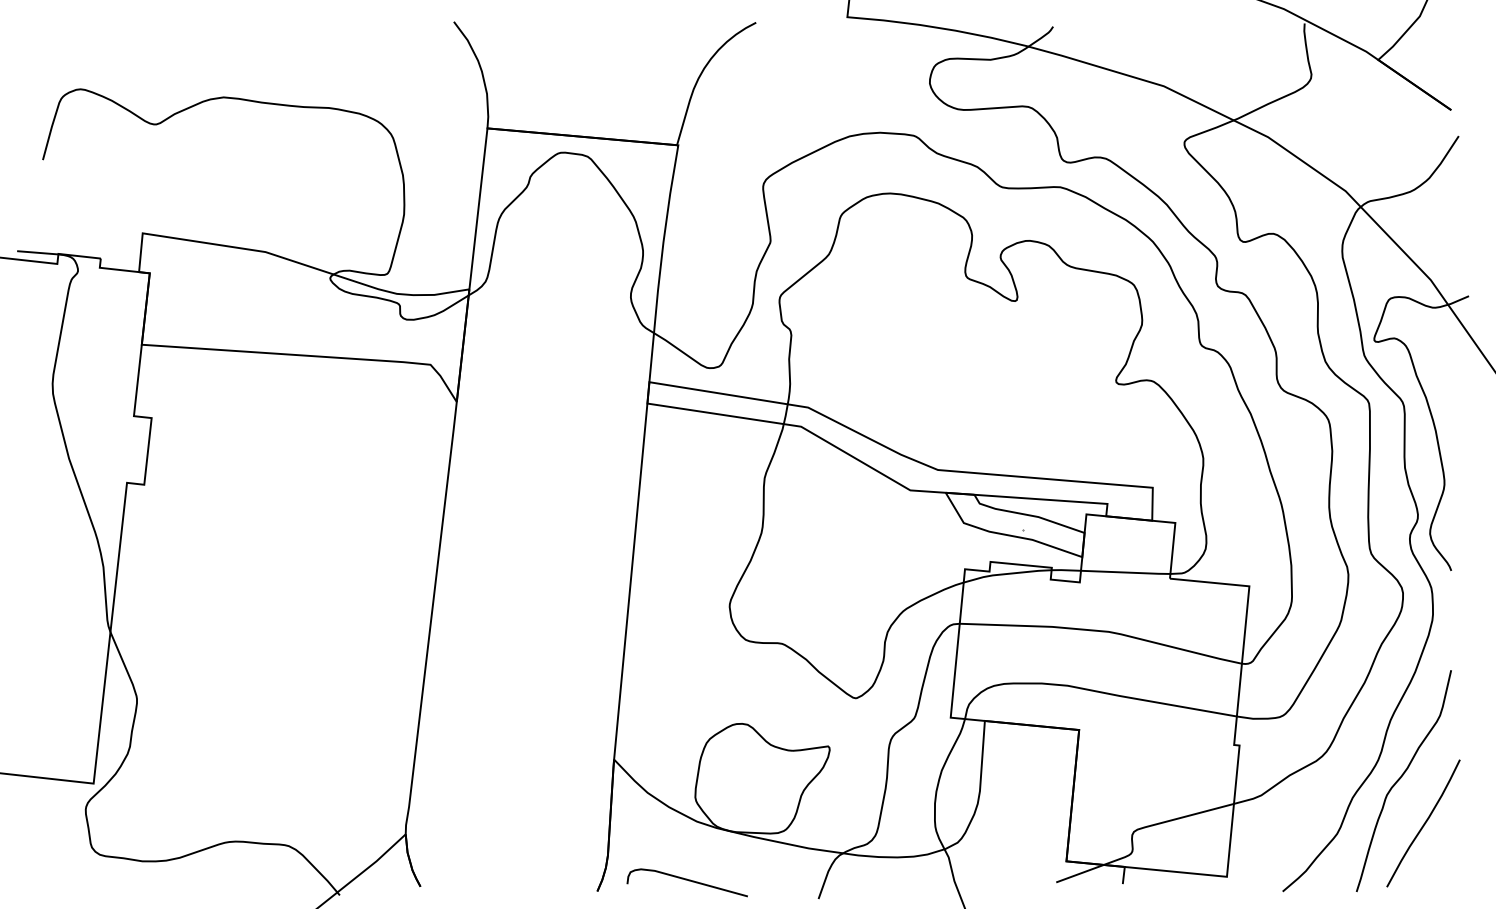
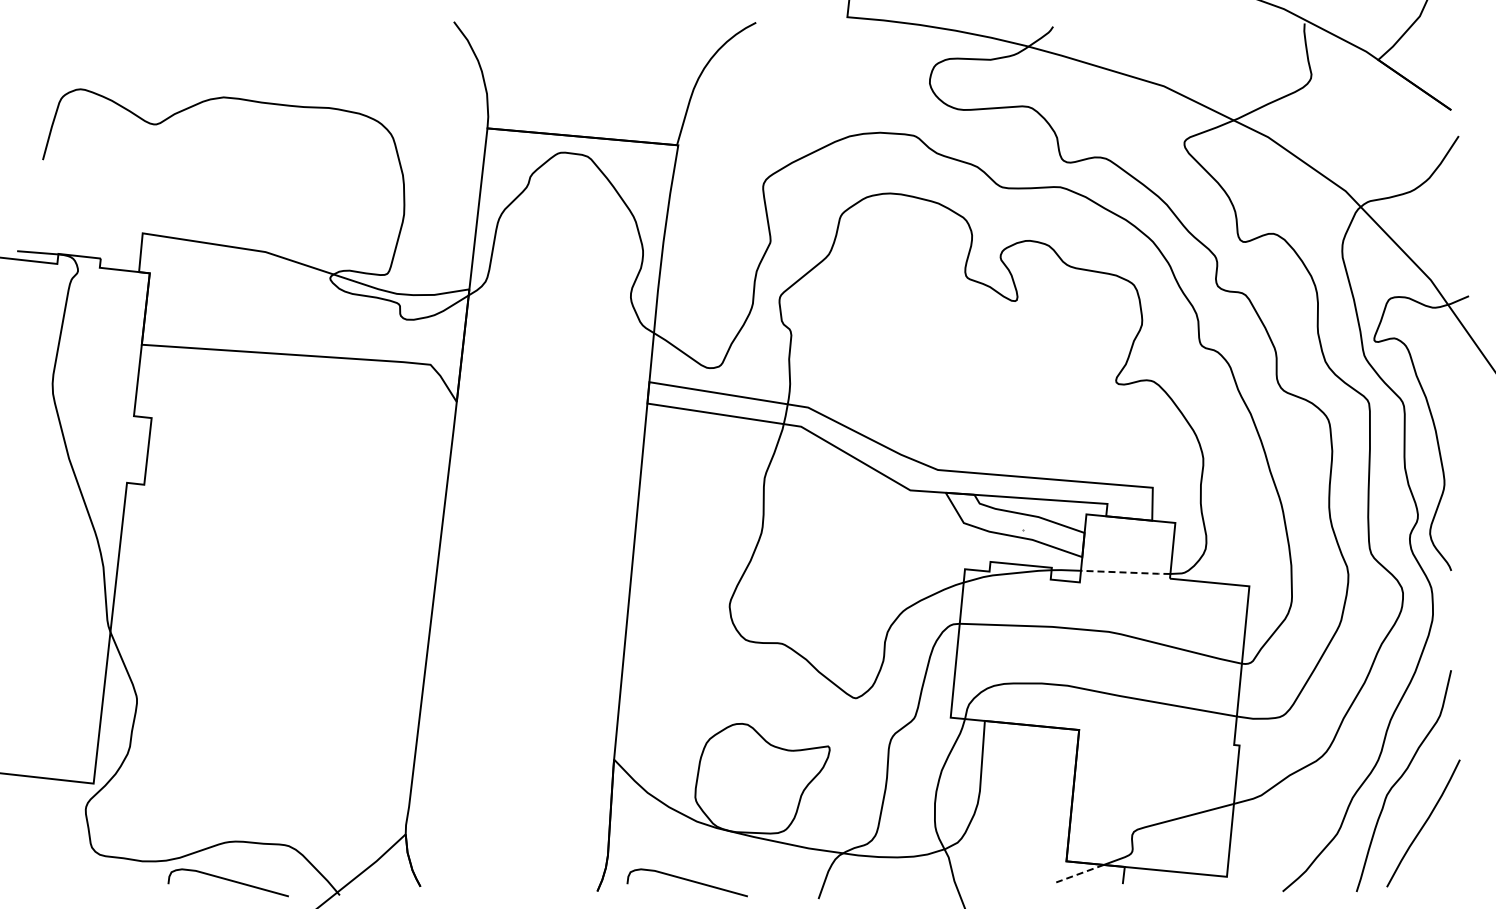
line at (1126, 572): solid -> dashed
line at (1079, 873): solid -> dashed
curve at (227, 880): none -> present
